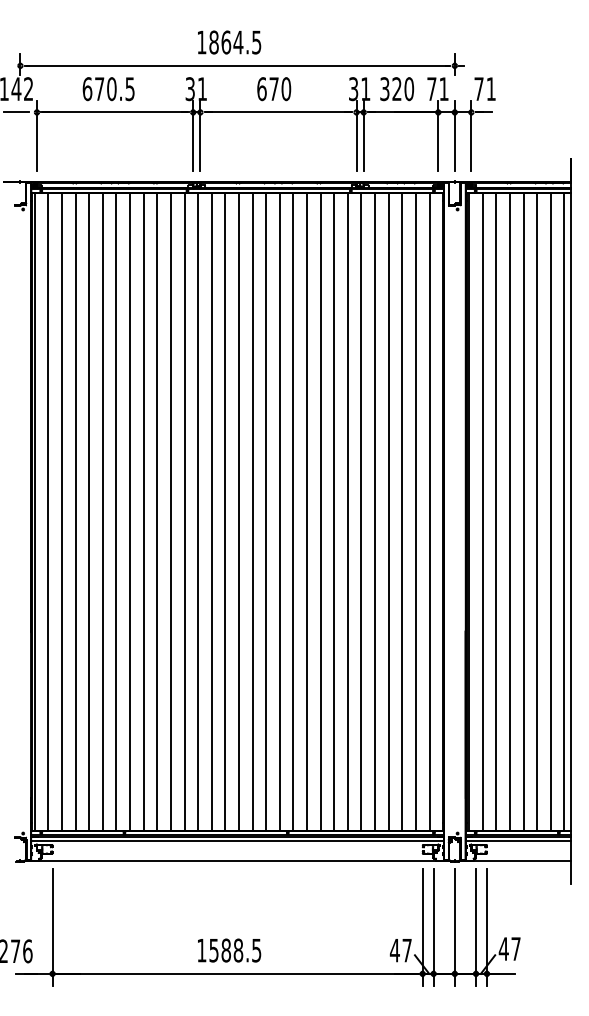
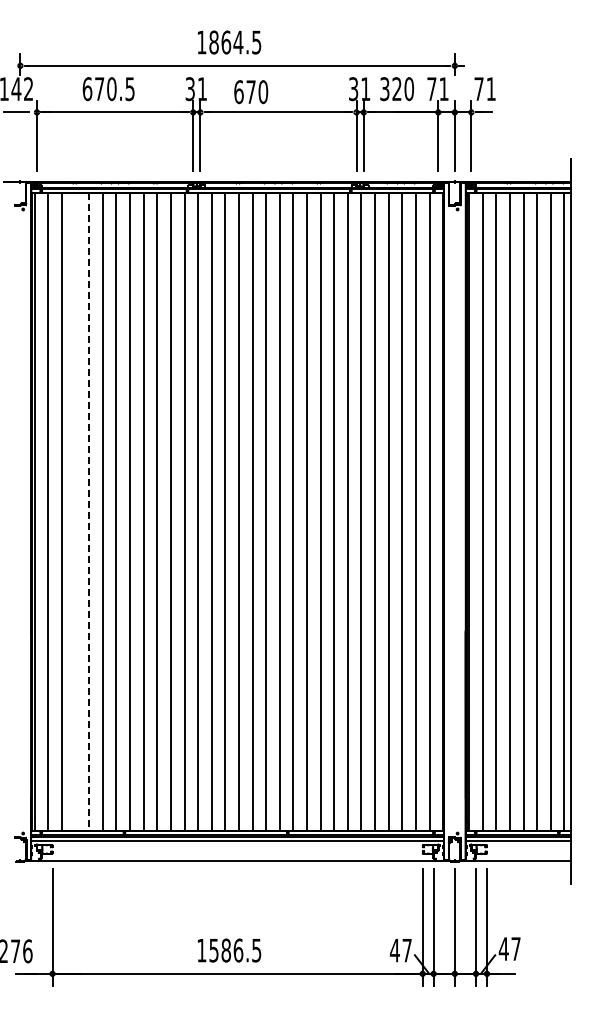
text at (274, 89) position: (274, 89) -> (251, 92)
line at (75, 511): present -> none
line at (89, 512): solid -> dashed
text at (238, 950): 1588.5 -> 1586.5
